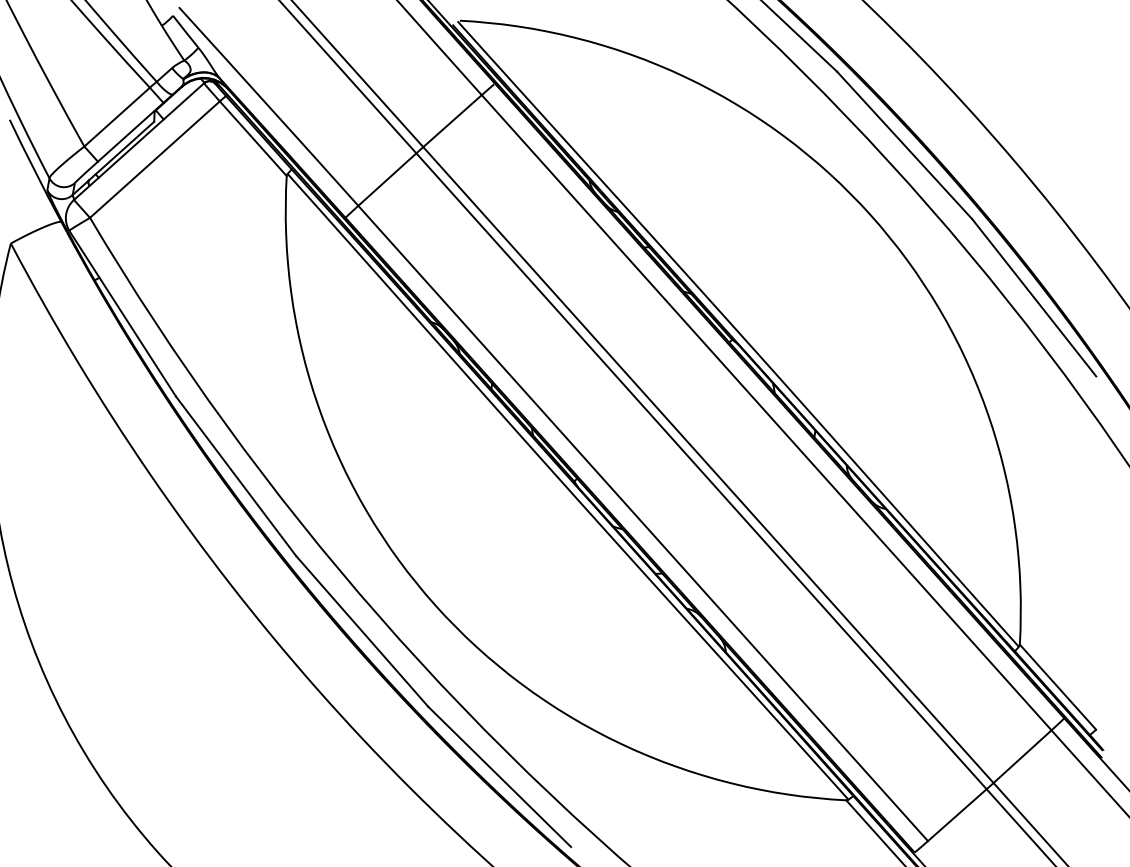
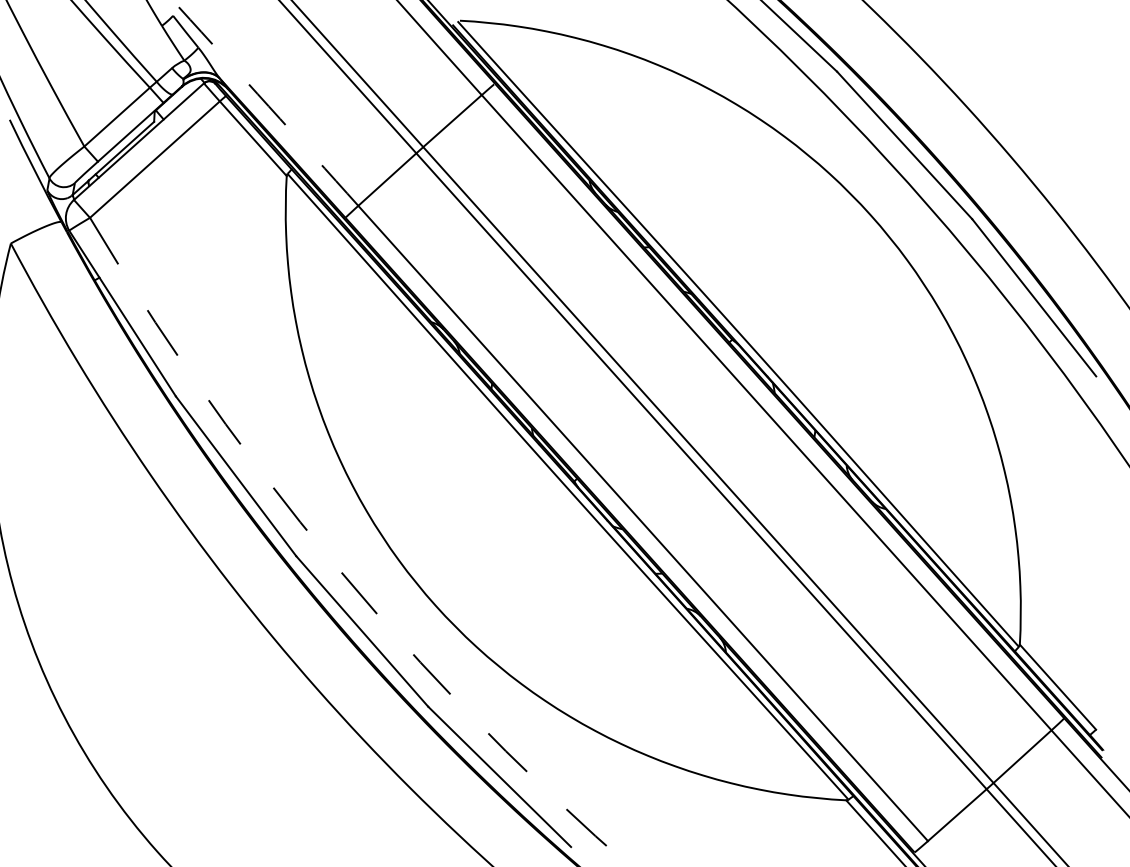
arc at (268, 106): solid -> dashed
arc at (334, 564): solid -> dashed
